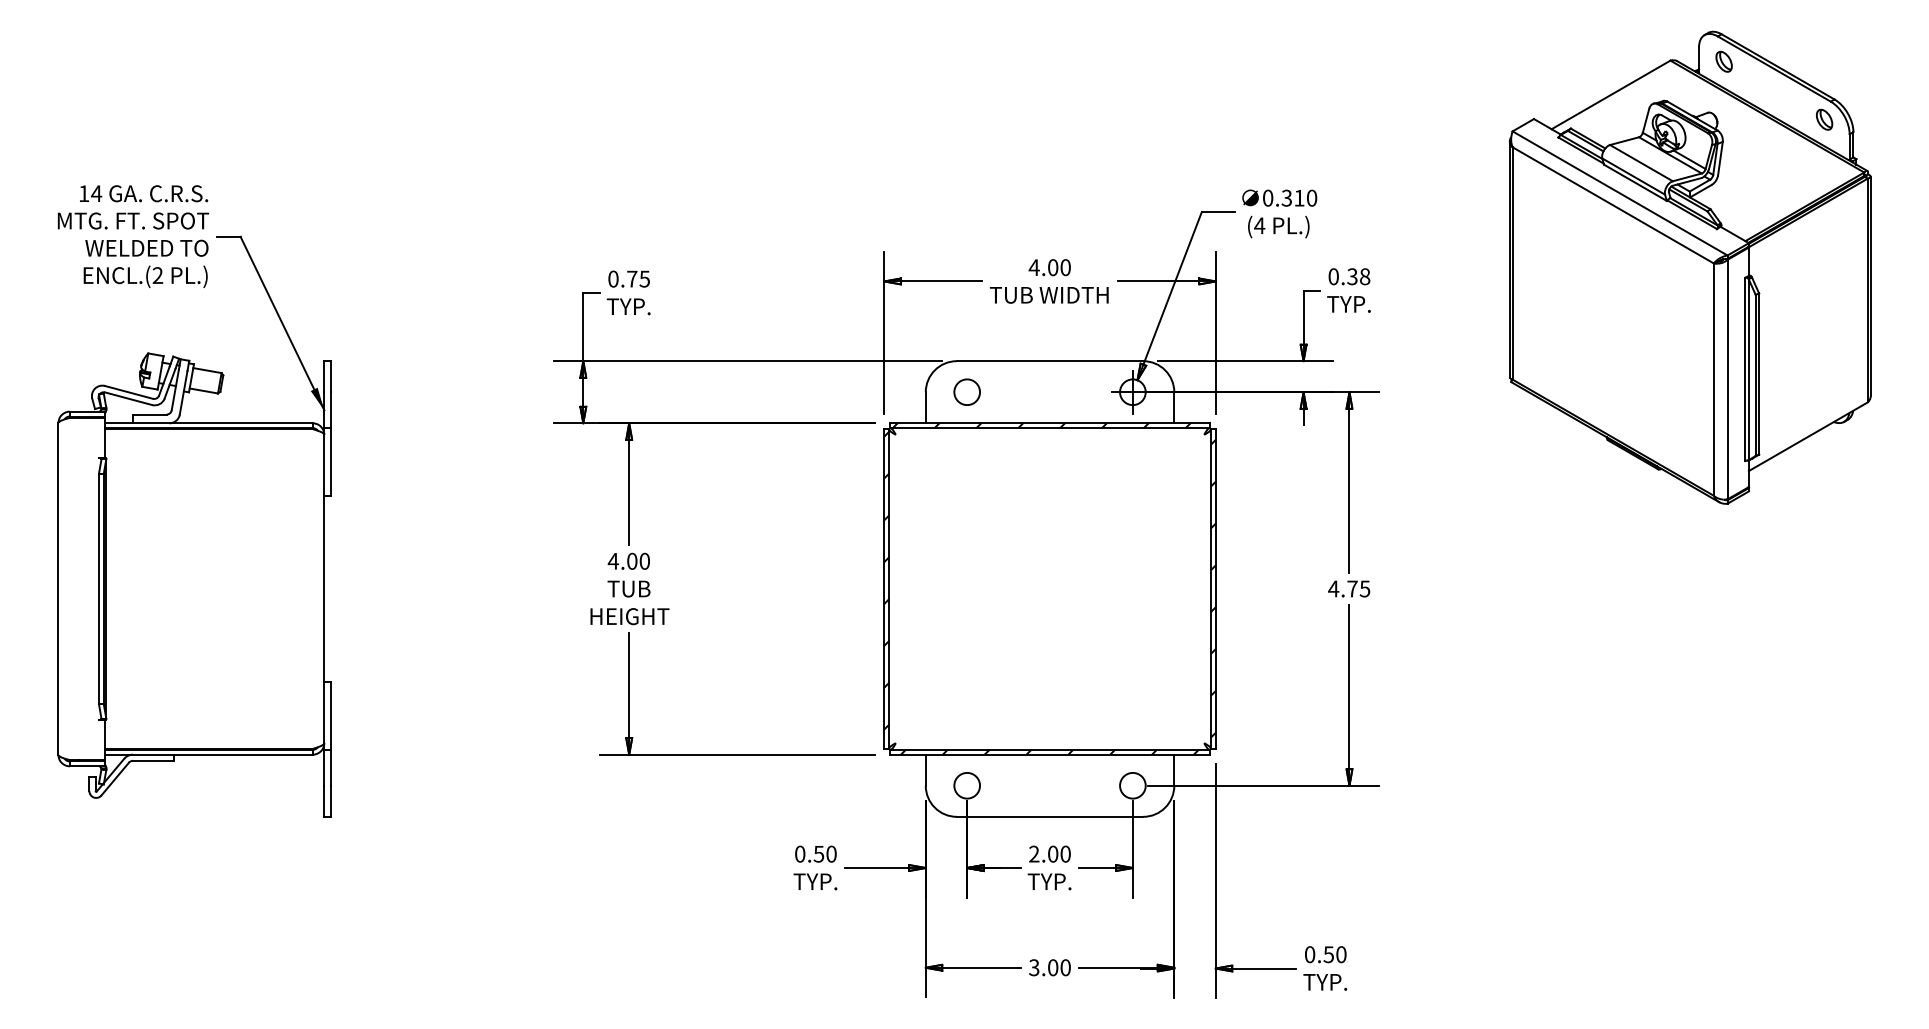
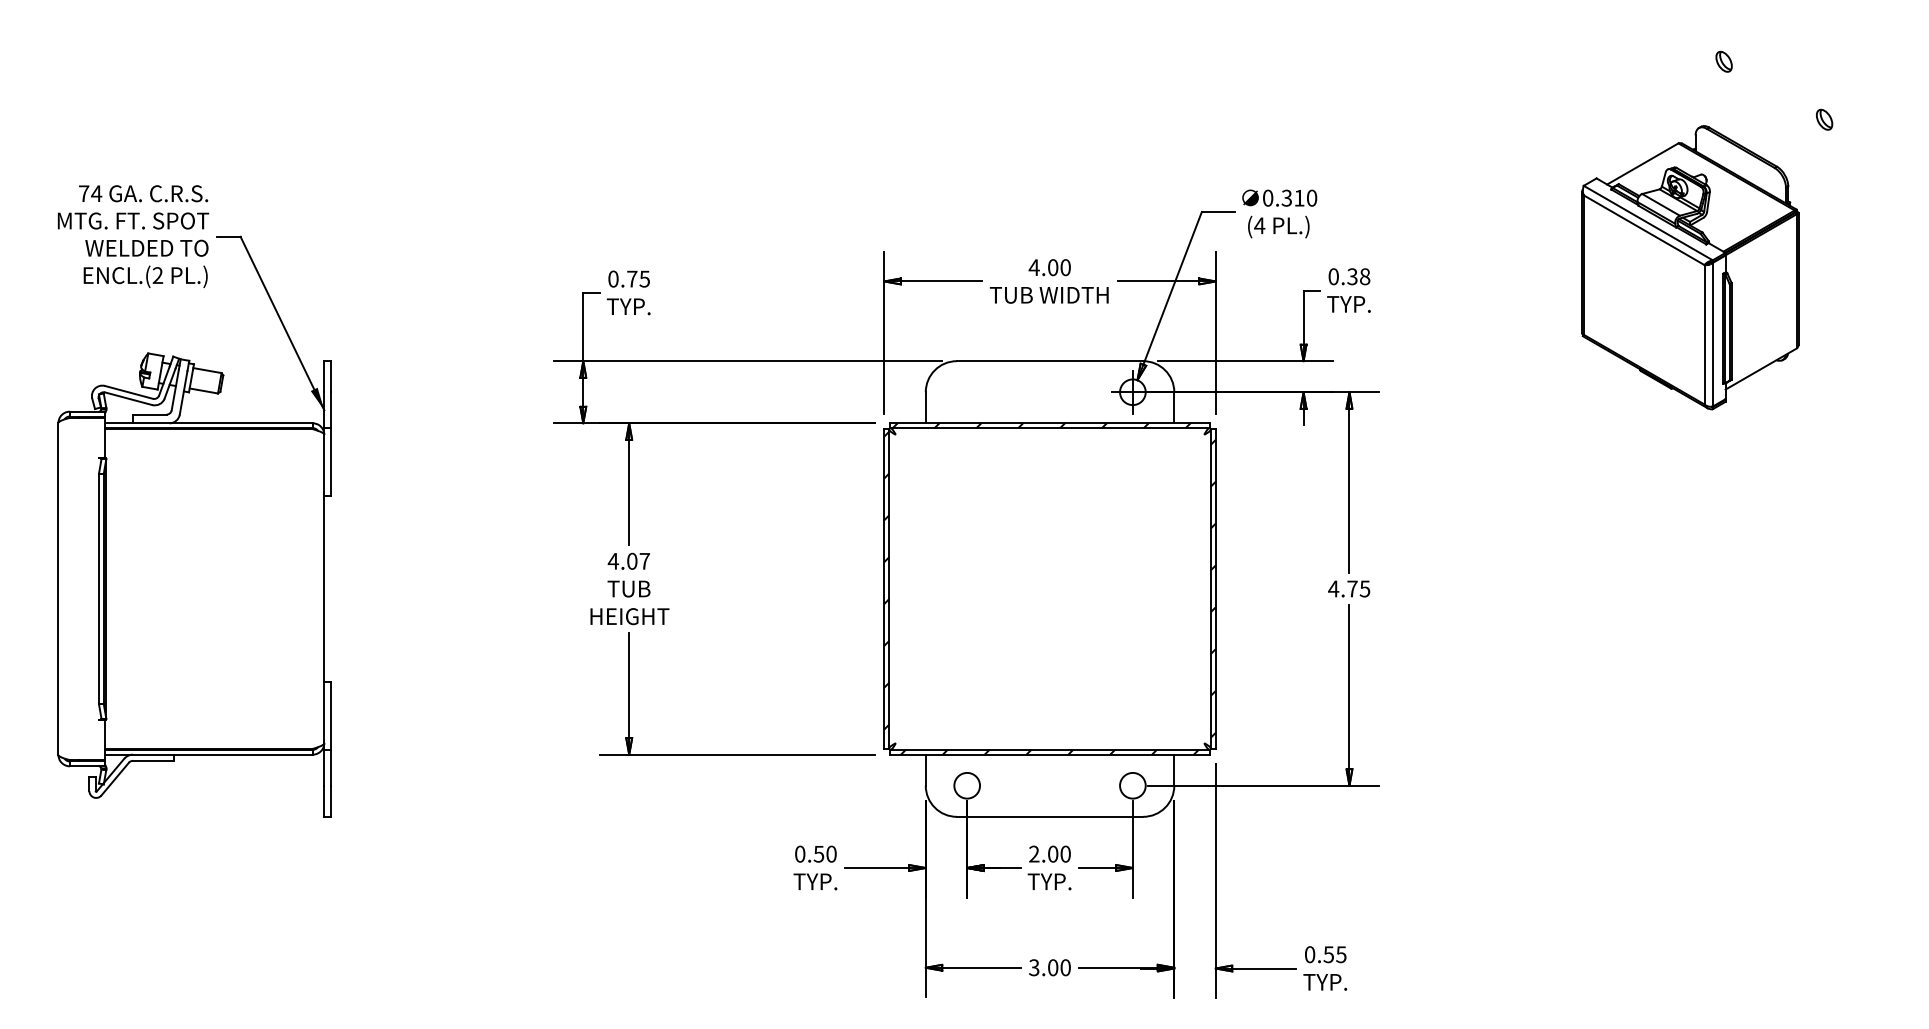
text at (84, 193): 14 -> 74
part at (1690, 267) size: 363x475 px -> 219x286 px
circle at (966, 391): present -> none
text at (644, 560): 4.00 -> 4.07
text at (1341, 954): 0.50 -> 0.55
